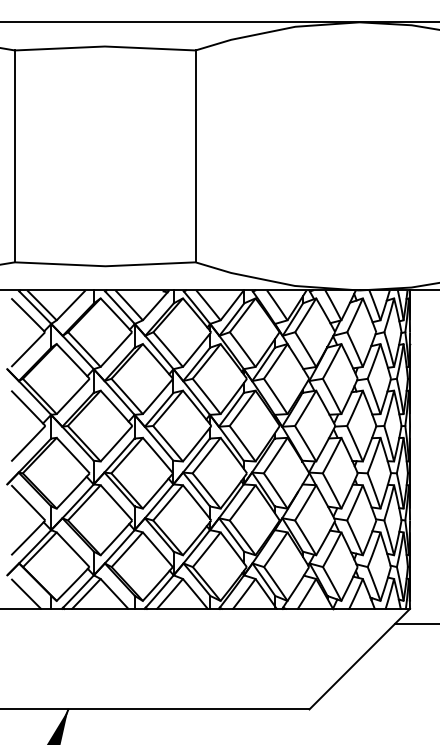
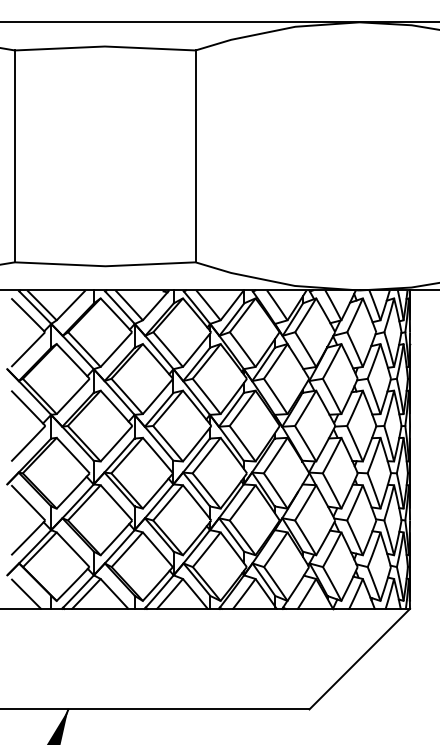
line at (415, 623): present -> none
